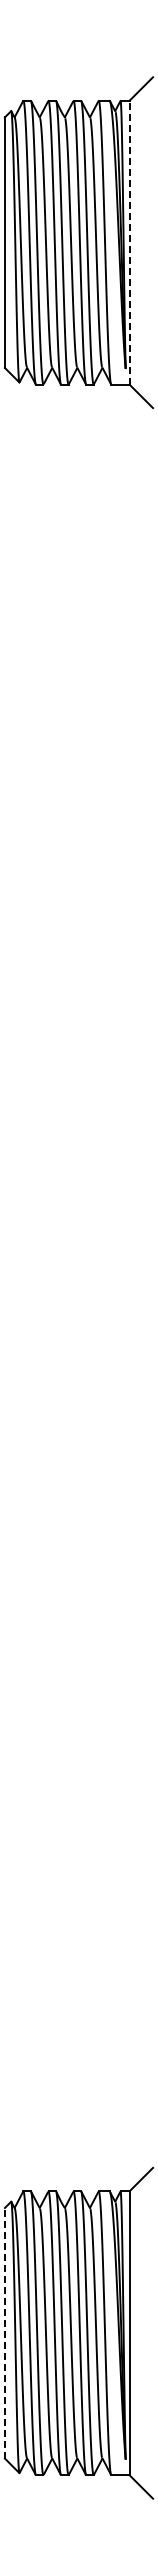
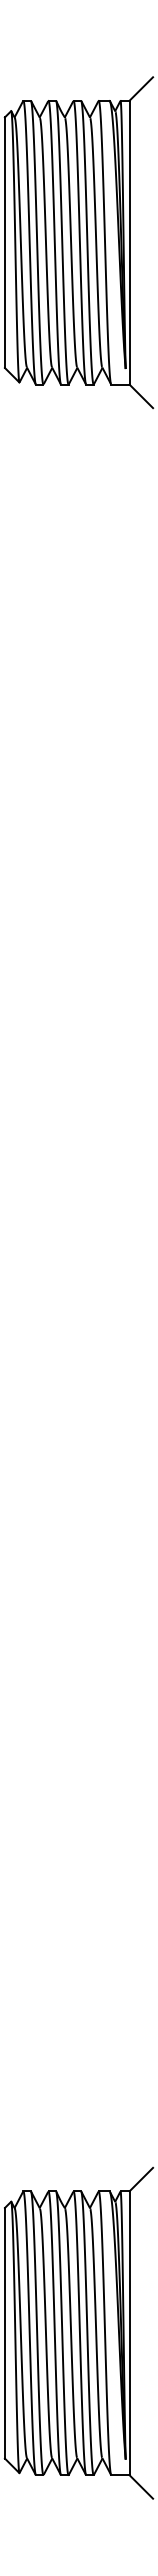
line at (129, 242): dashed -> solid
line at (4, 2332): dashed -> solid
